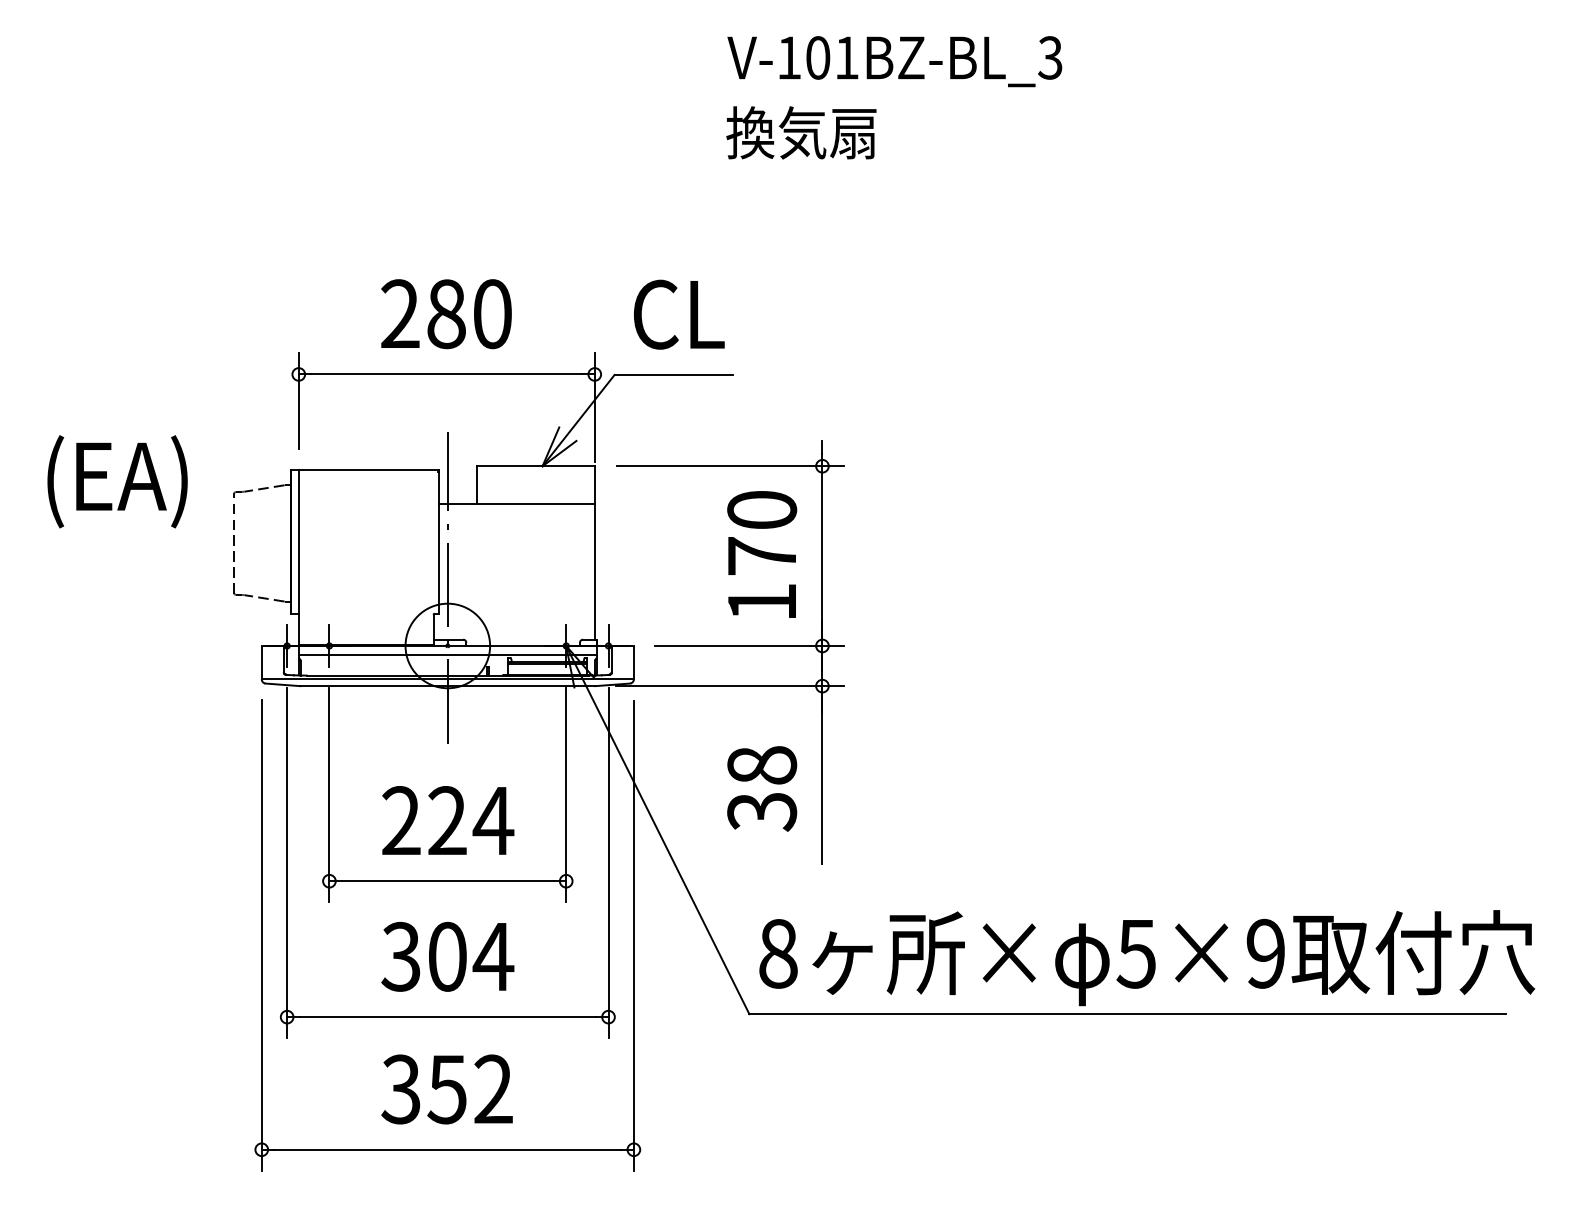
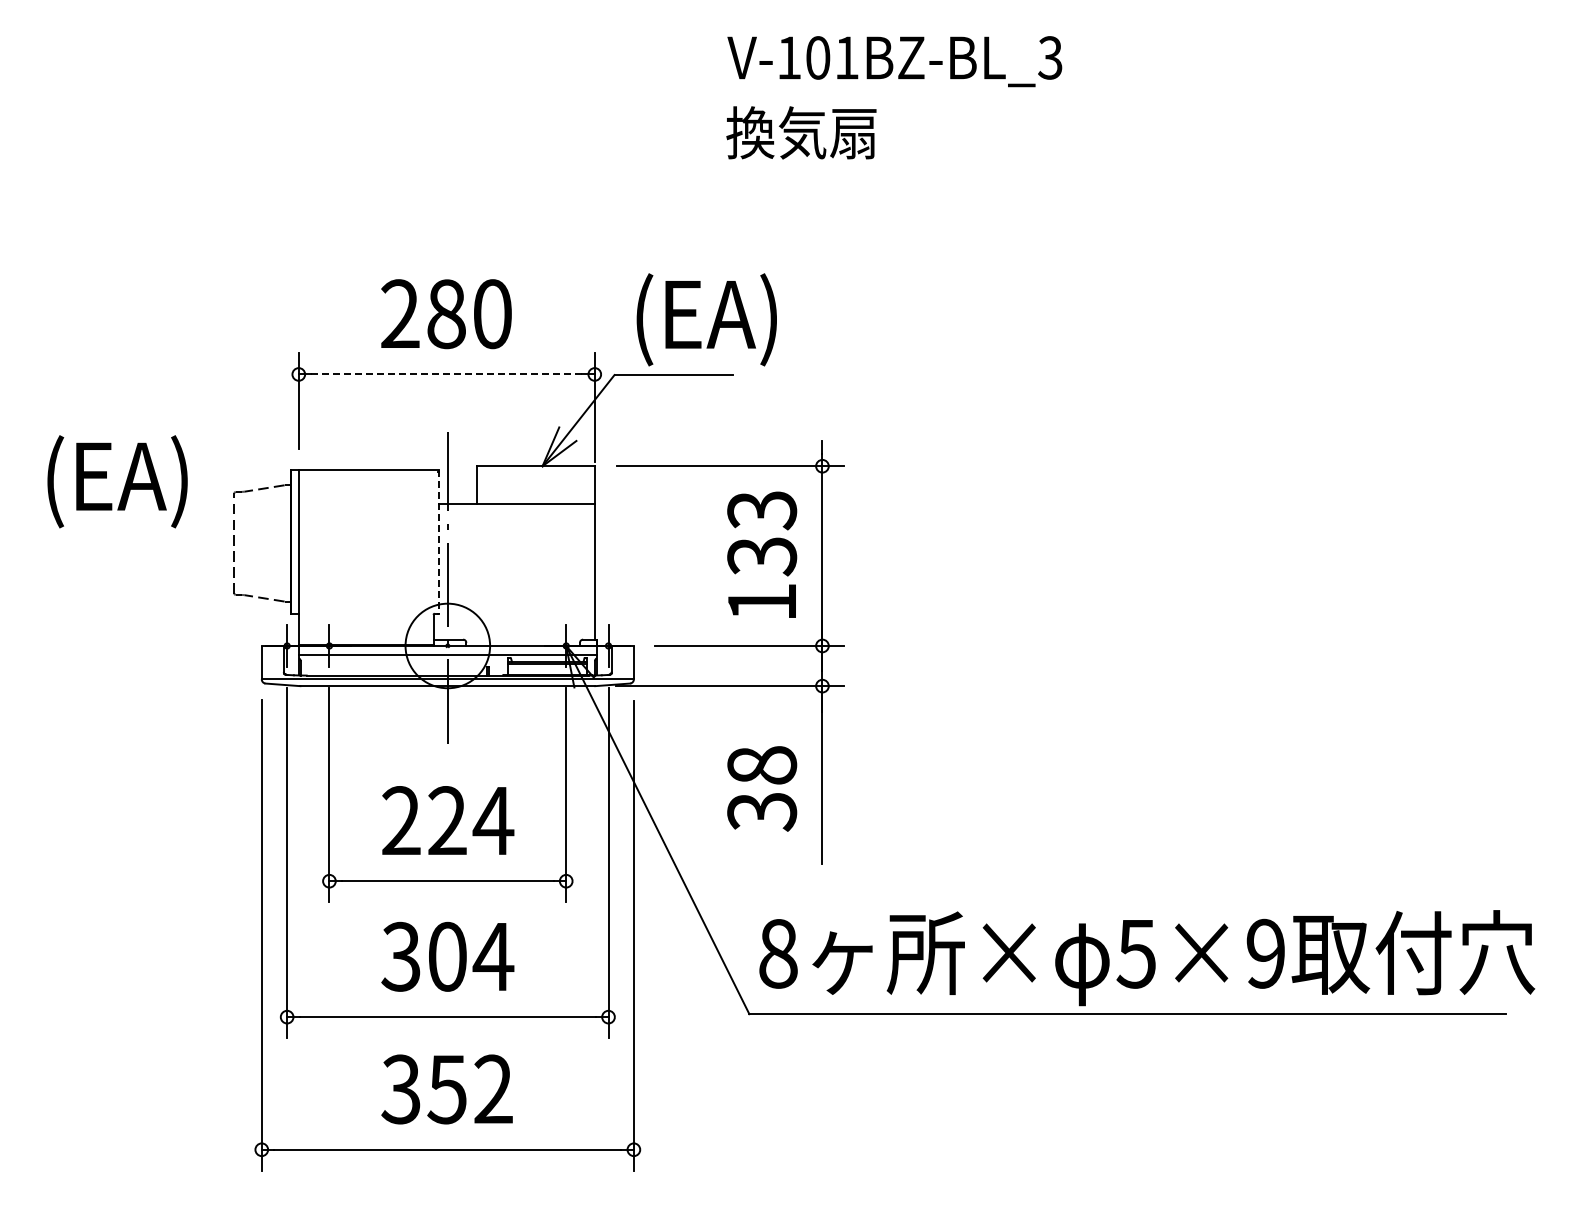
text at (704, 319): CL -> (EA)
line at (447, 374): solid -> dashed
text at (762, 533): 170 -> 133
line at (438, 542): solid -> dashed
